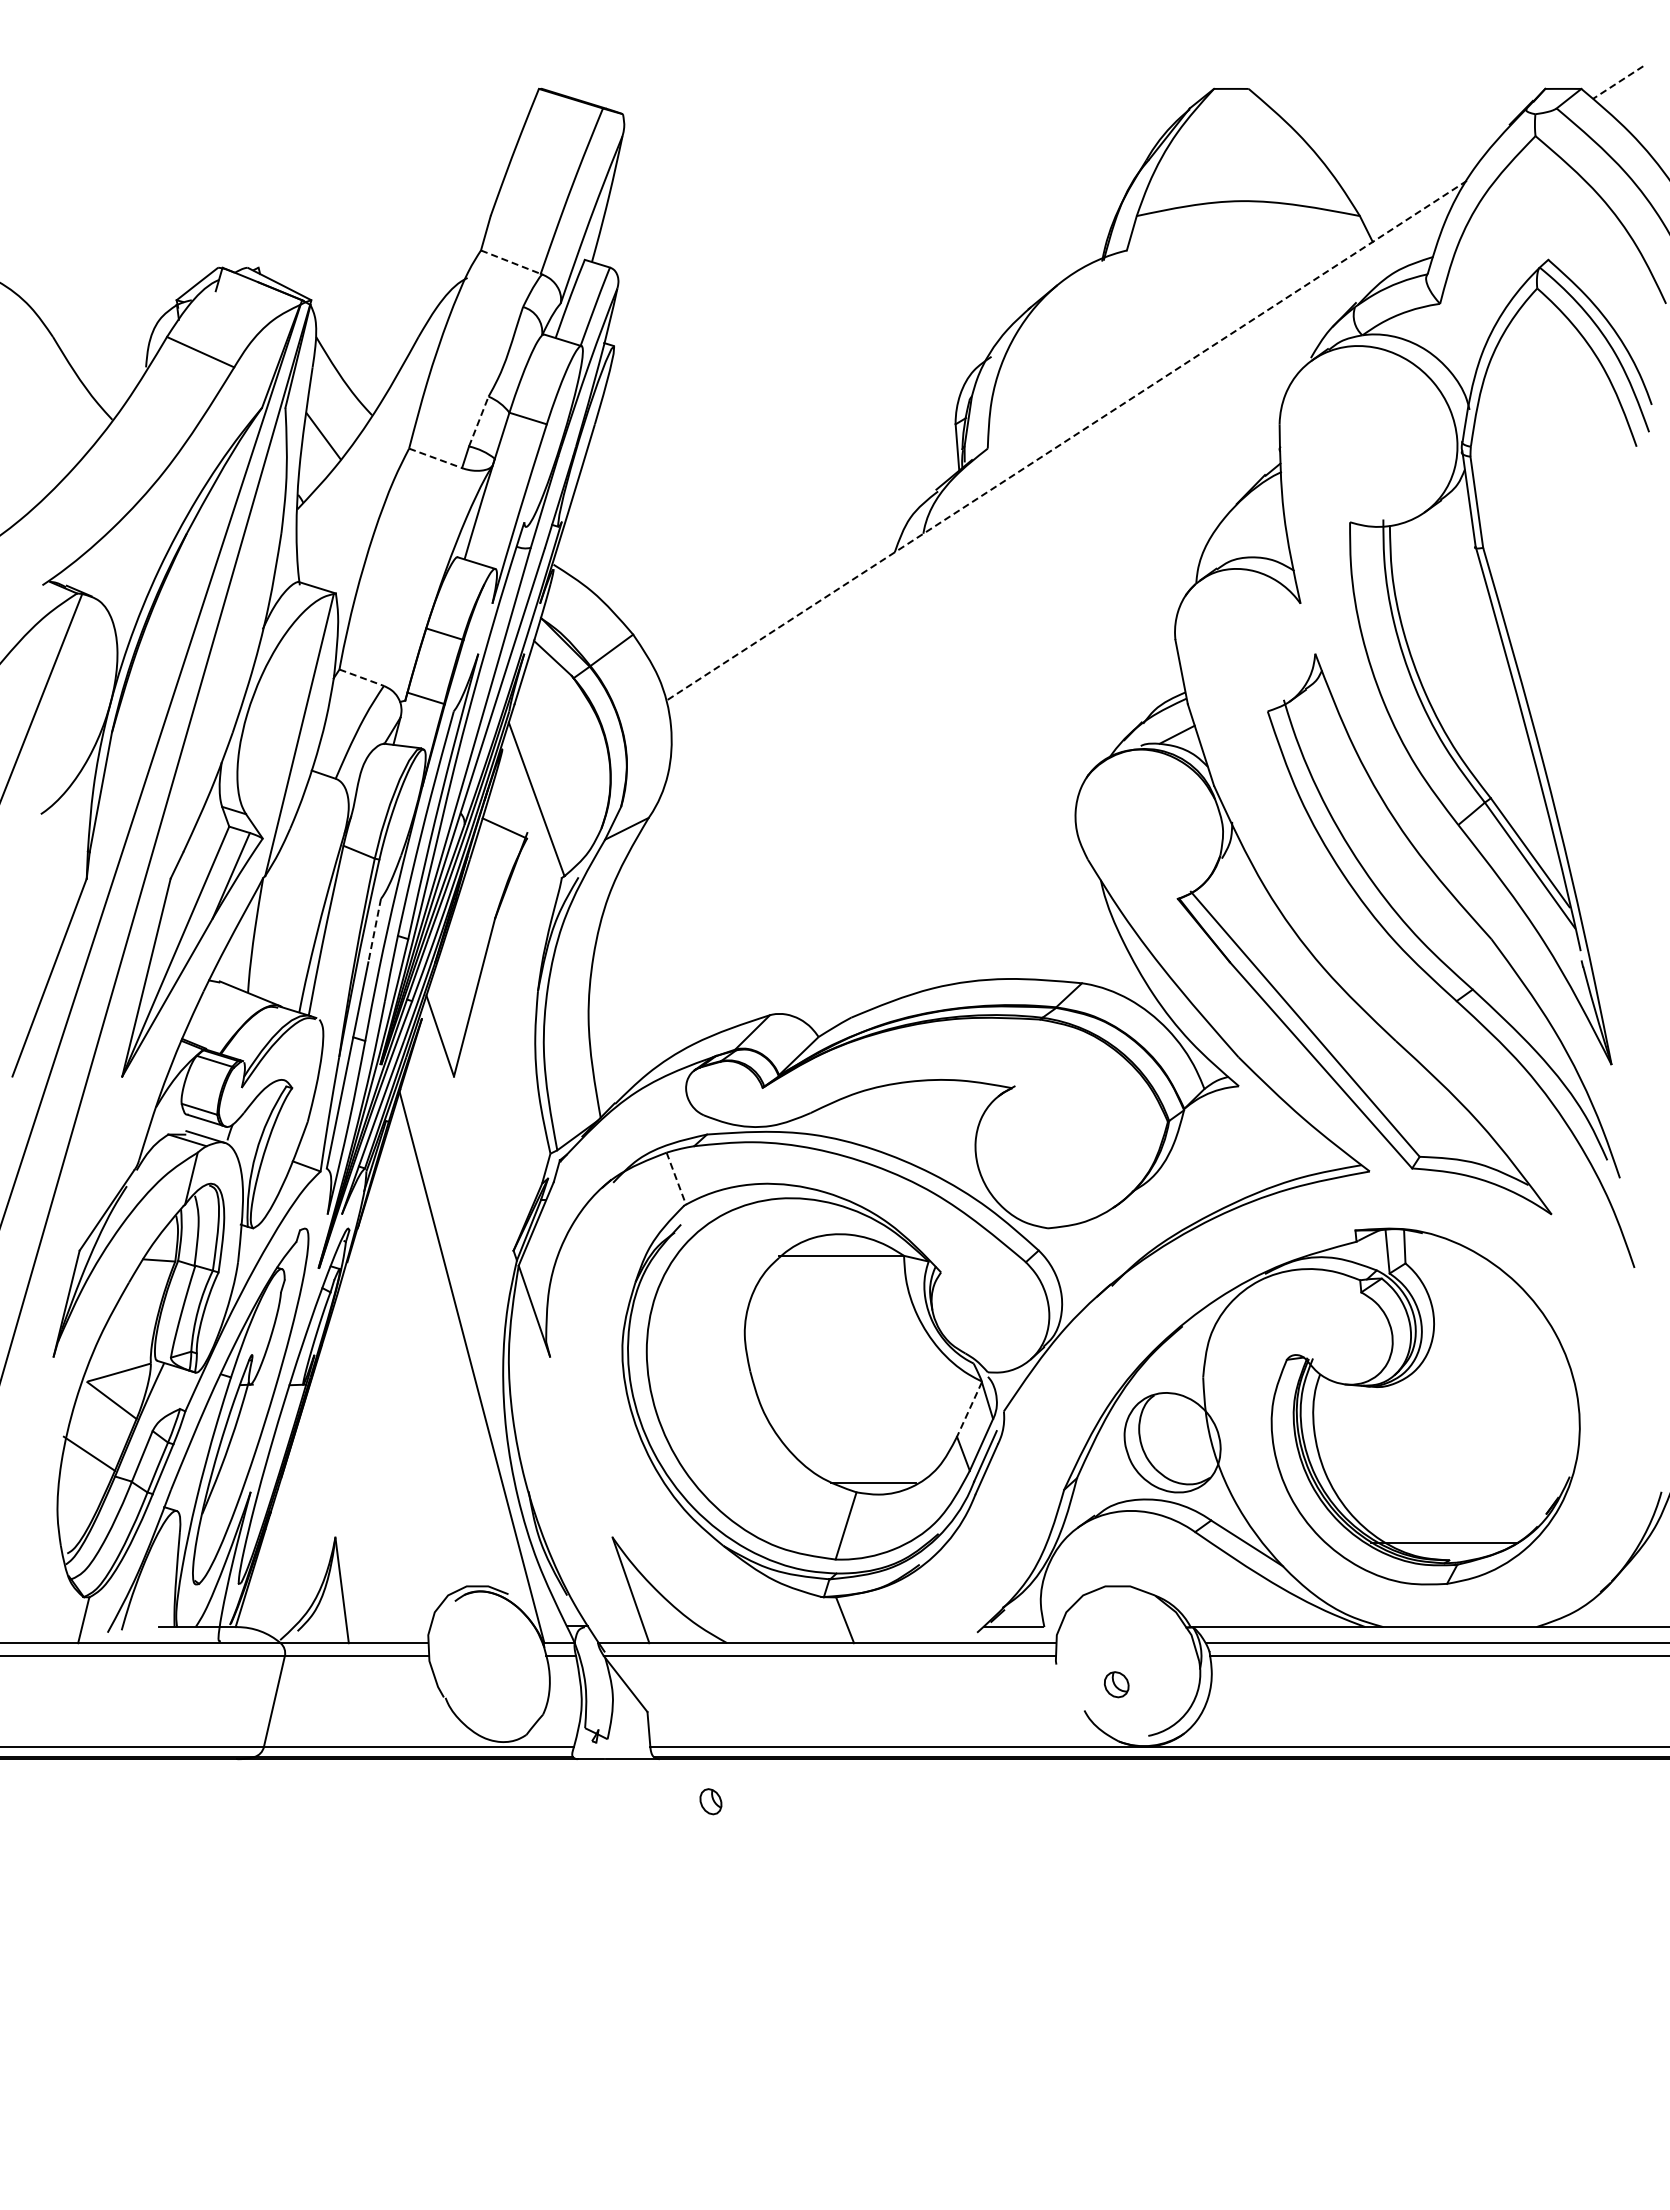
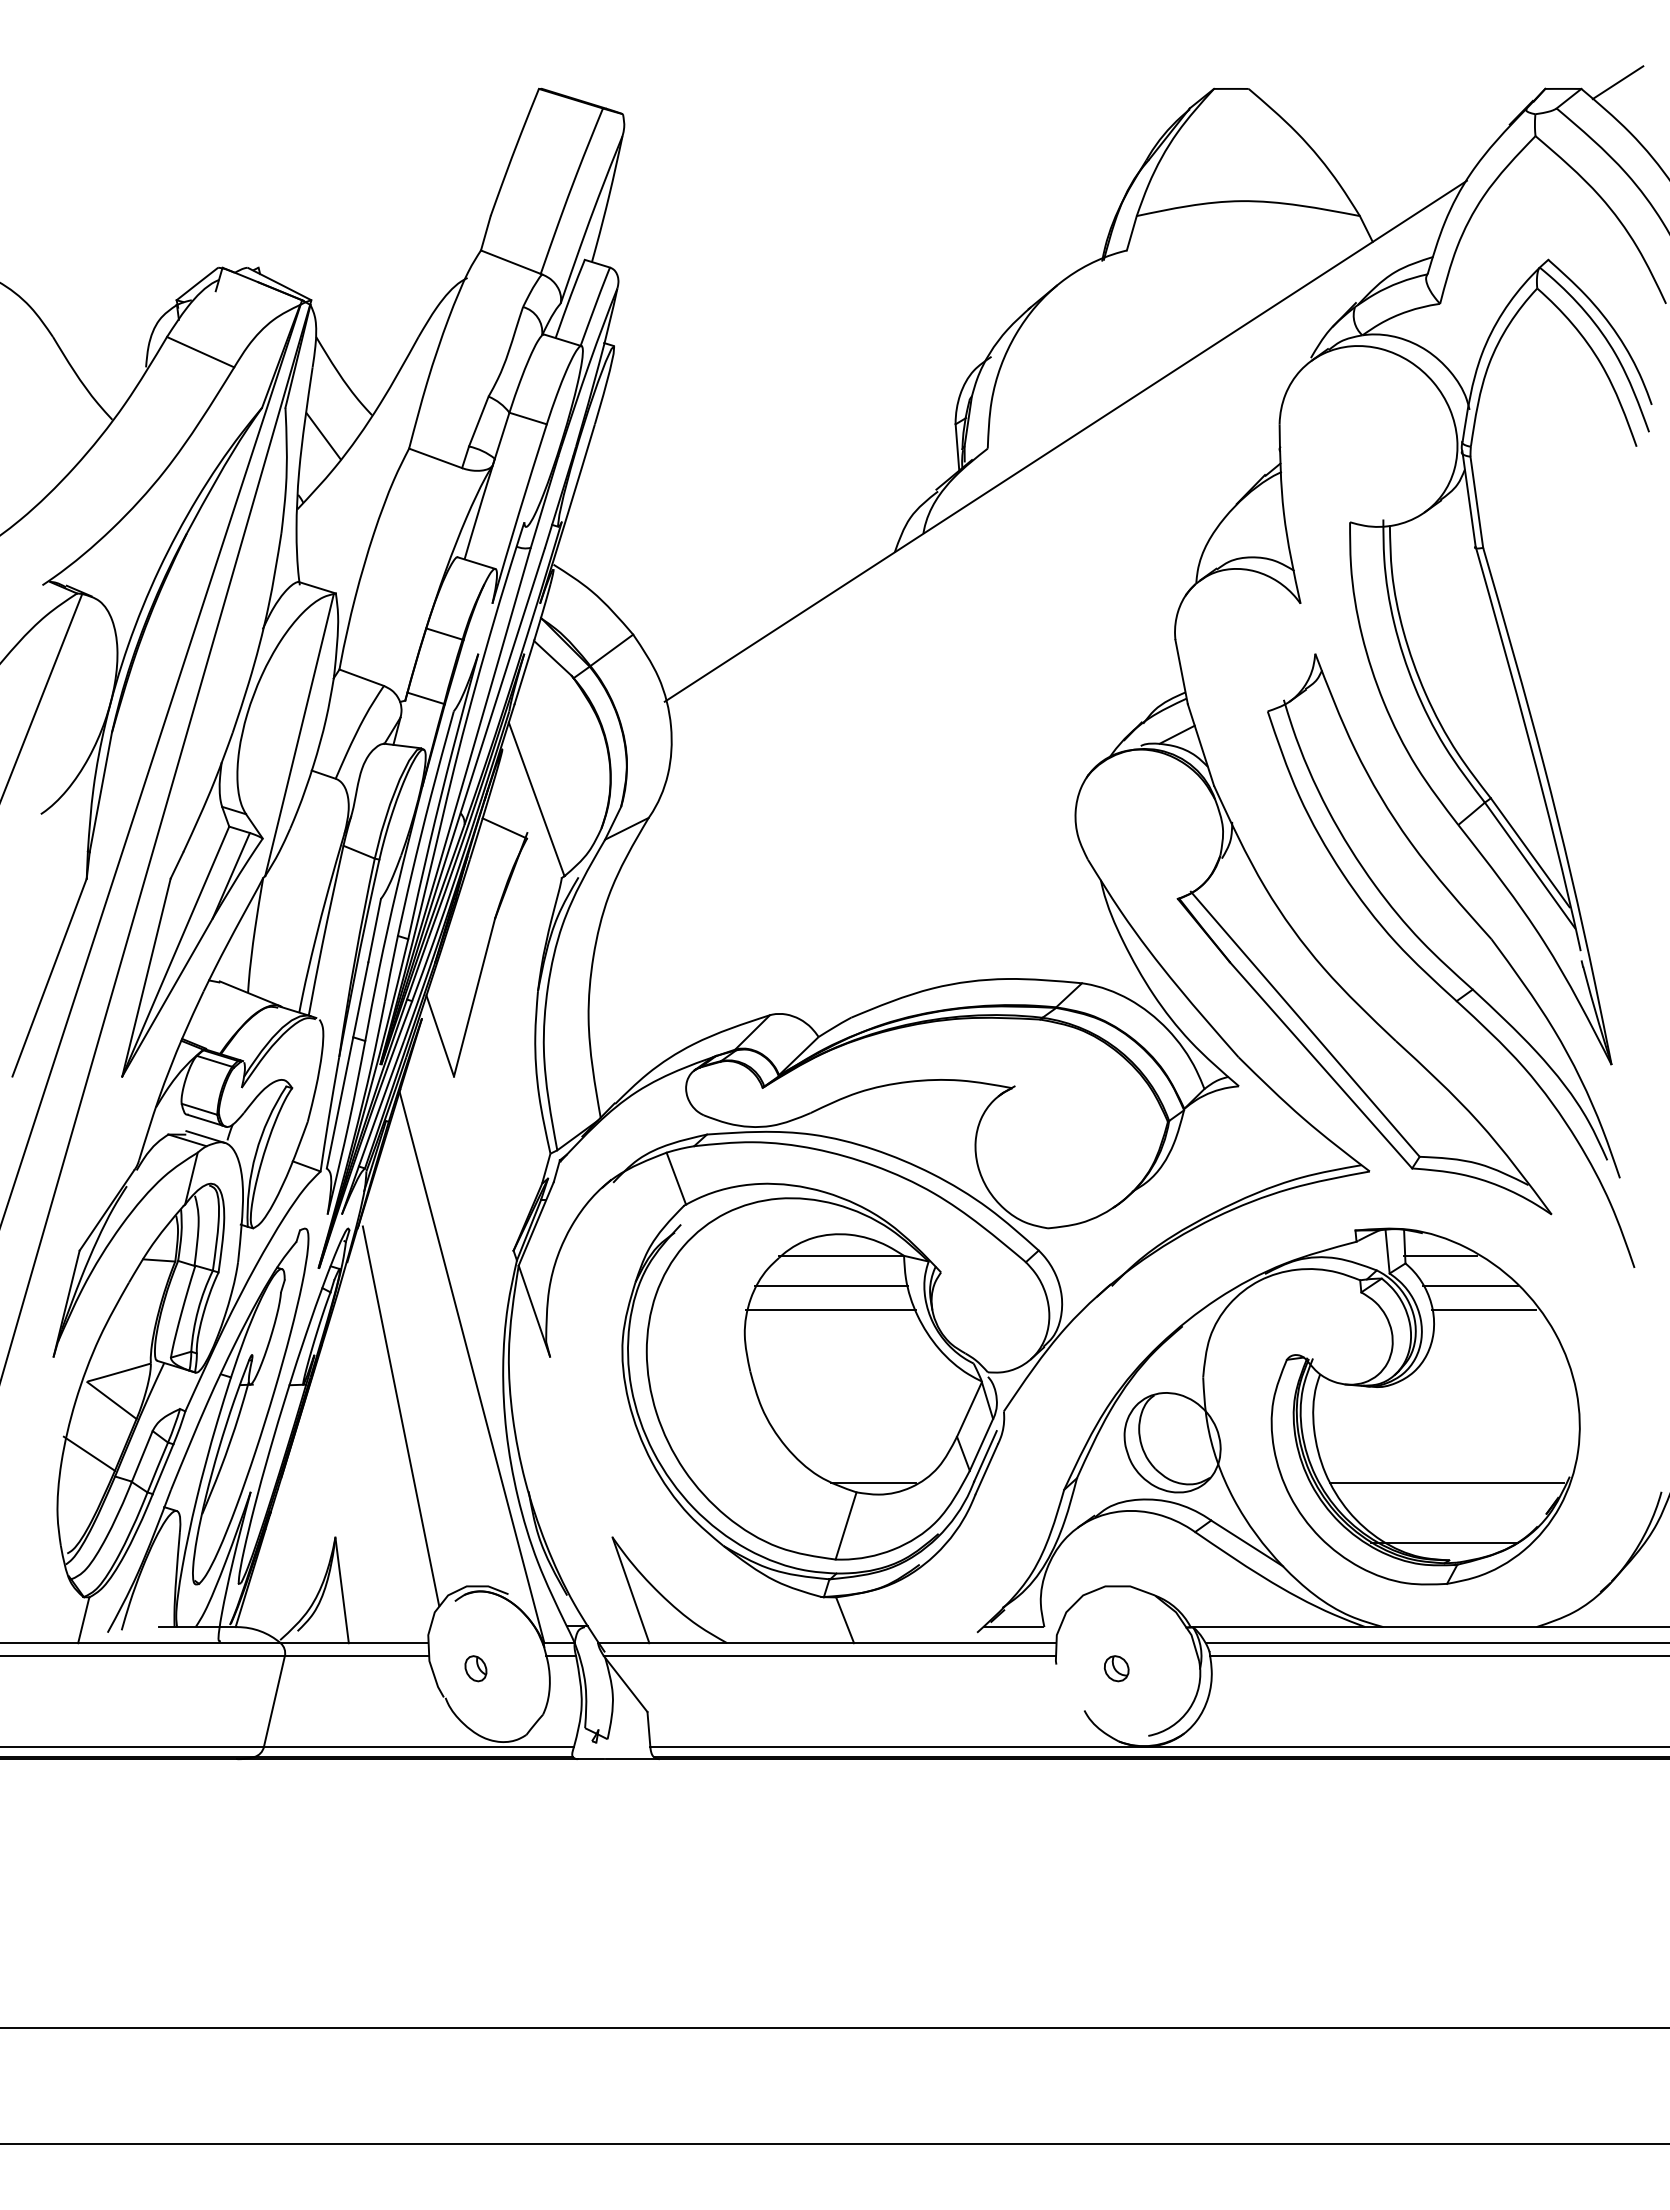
line at (1617, 82): dashed -> solid
line at (511, 262): dashed -> solid
line at (478, 421): dashed -> solid
line at (1065, 441): dashed -> solid
line at (436, 458): dashed -> solid
line at (361, 677): dashed -> solid
line at (374, 931): dashed -> solid
line at (676, 1178): dashed -> solid
line at (1440, 1255): none -> present
line at (831, 1286): none -> present
line at (1470, 1286): none -> present
line at (830, 1310): none -> present
line at (1483, 1310): none -> present
line at (969, 1409): dashed -> solid
line at (400, 1416): none -> present
line at (1447, 1482): none -> present
part at (1116, 1684) position: (1116, 1684) -> (1116, 1668)
part at (710, 1801) position: (710, 1801) -> (475, 1668)
line at (834, 2027): none -> present
line at (834, 2143): none -> present
